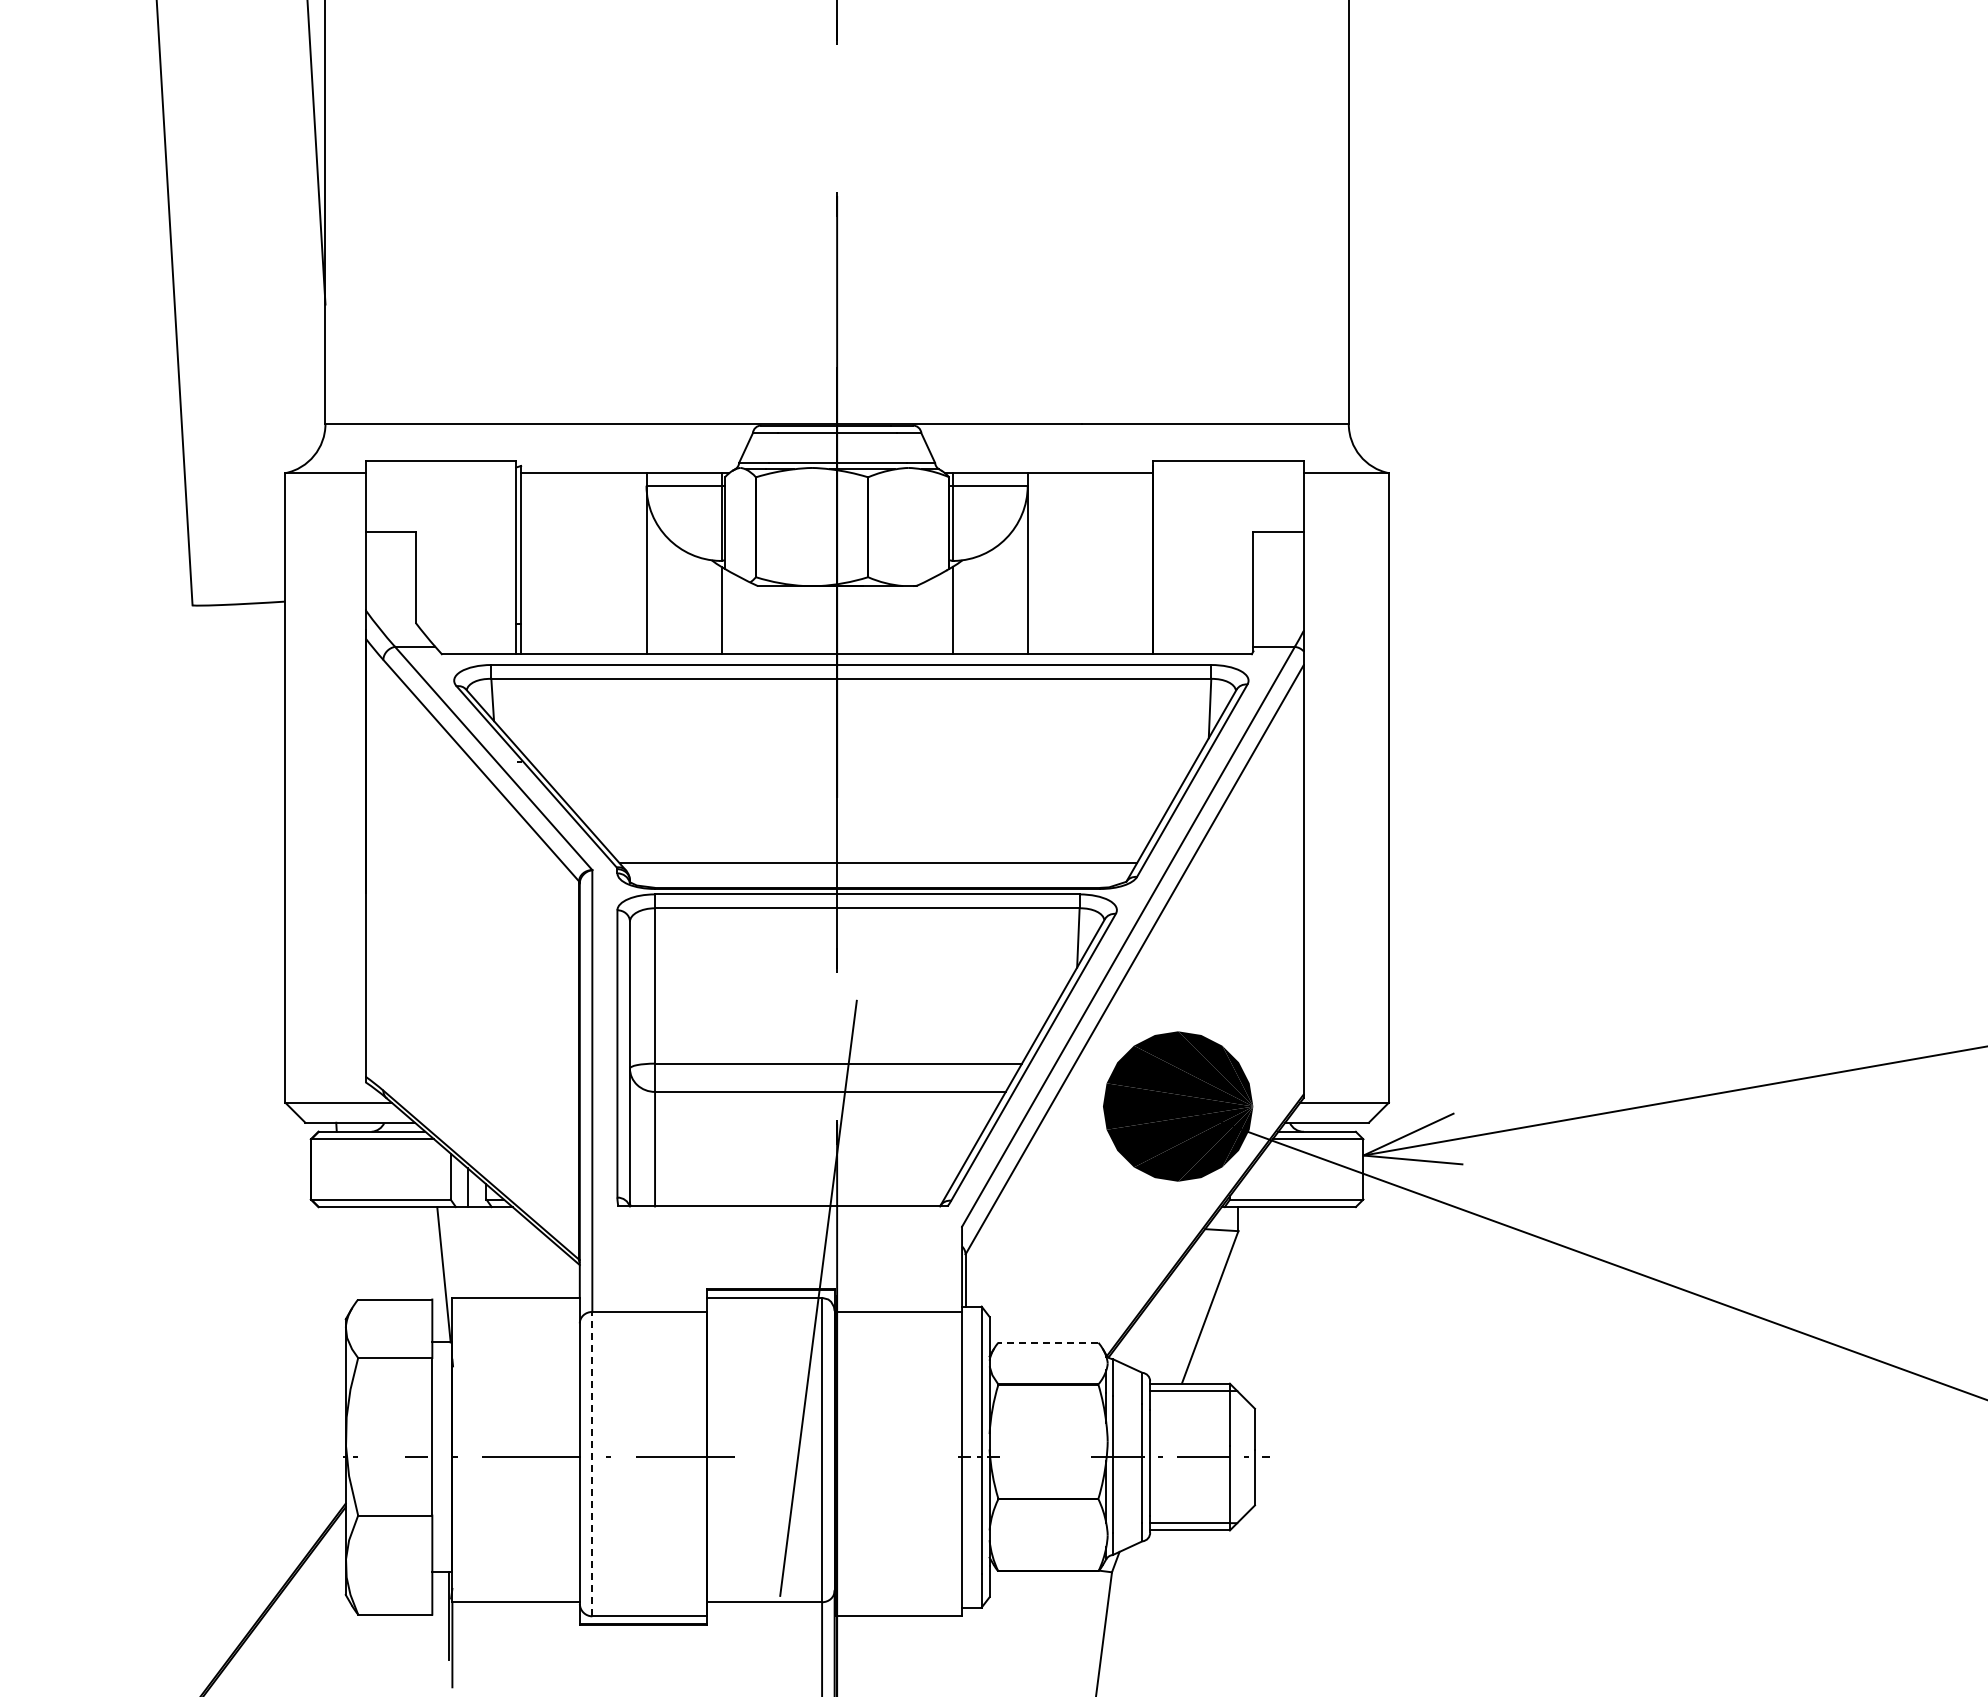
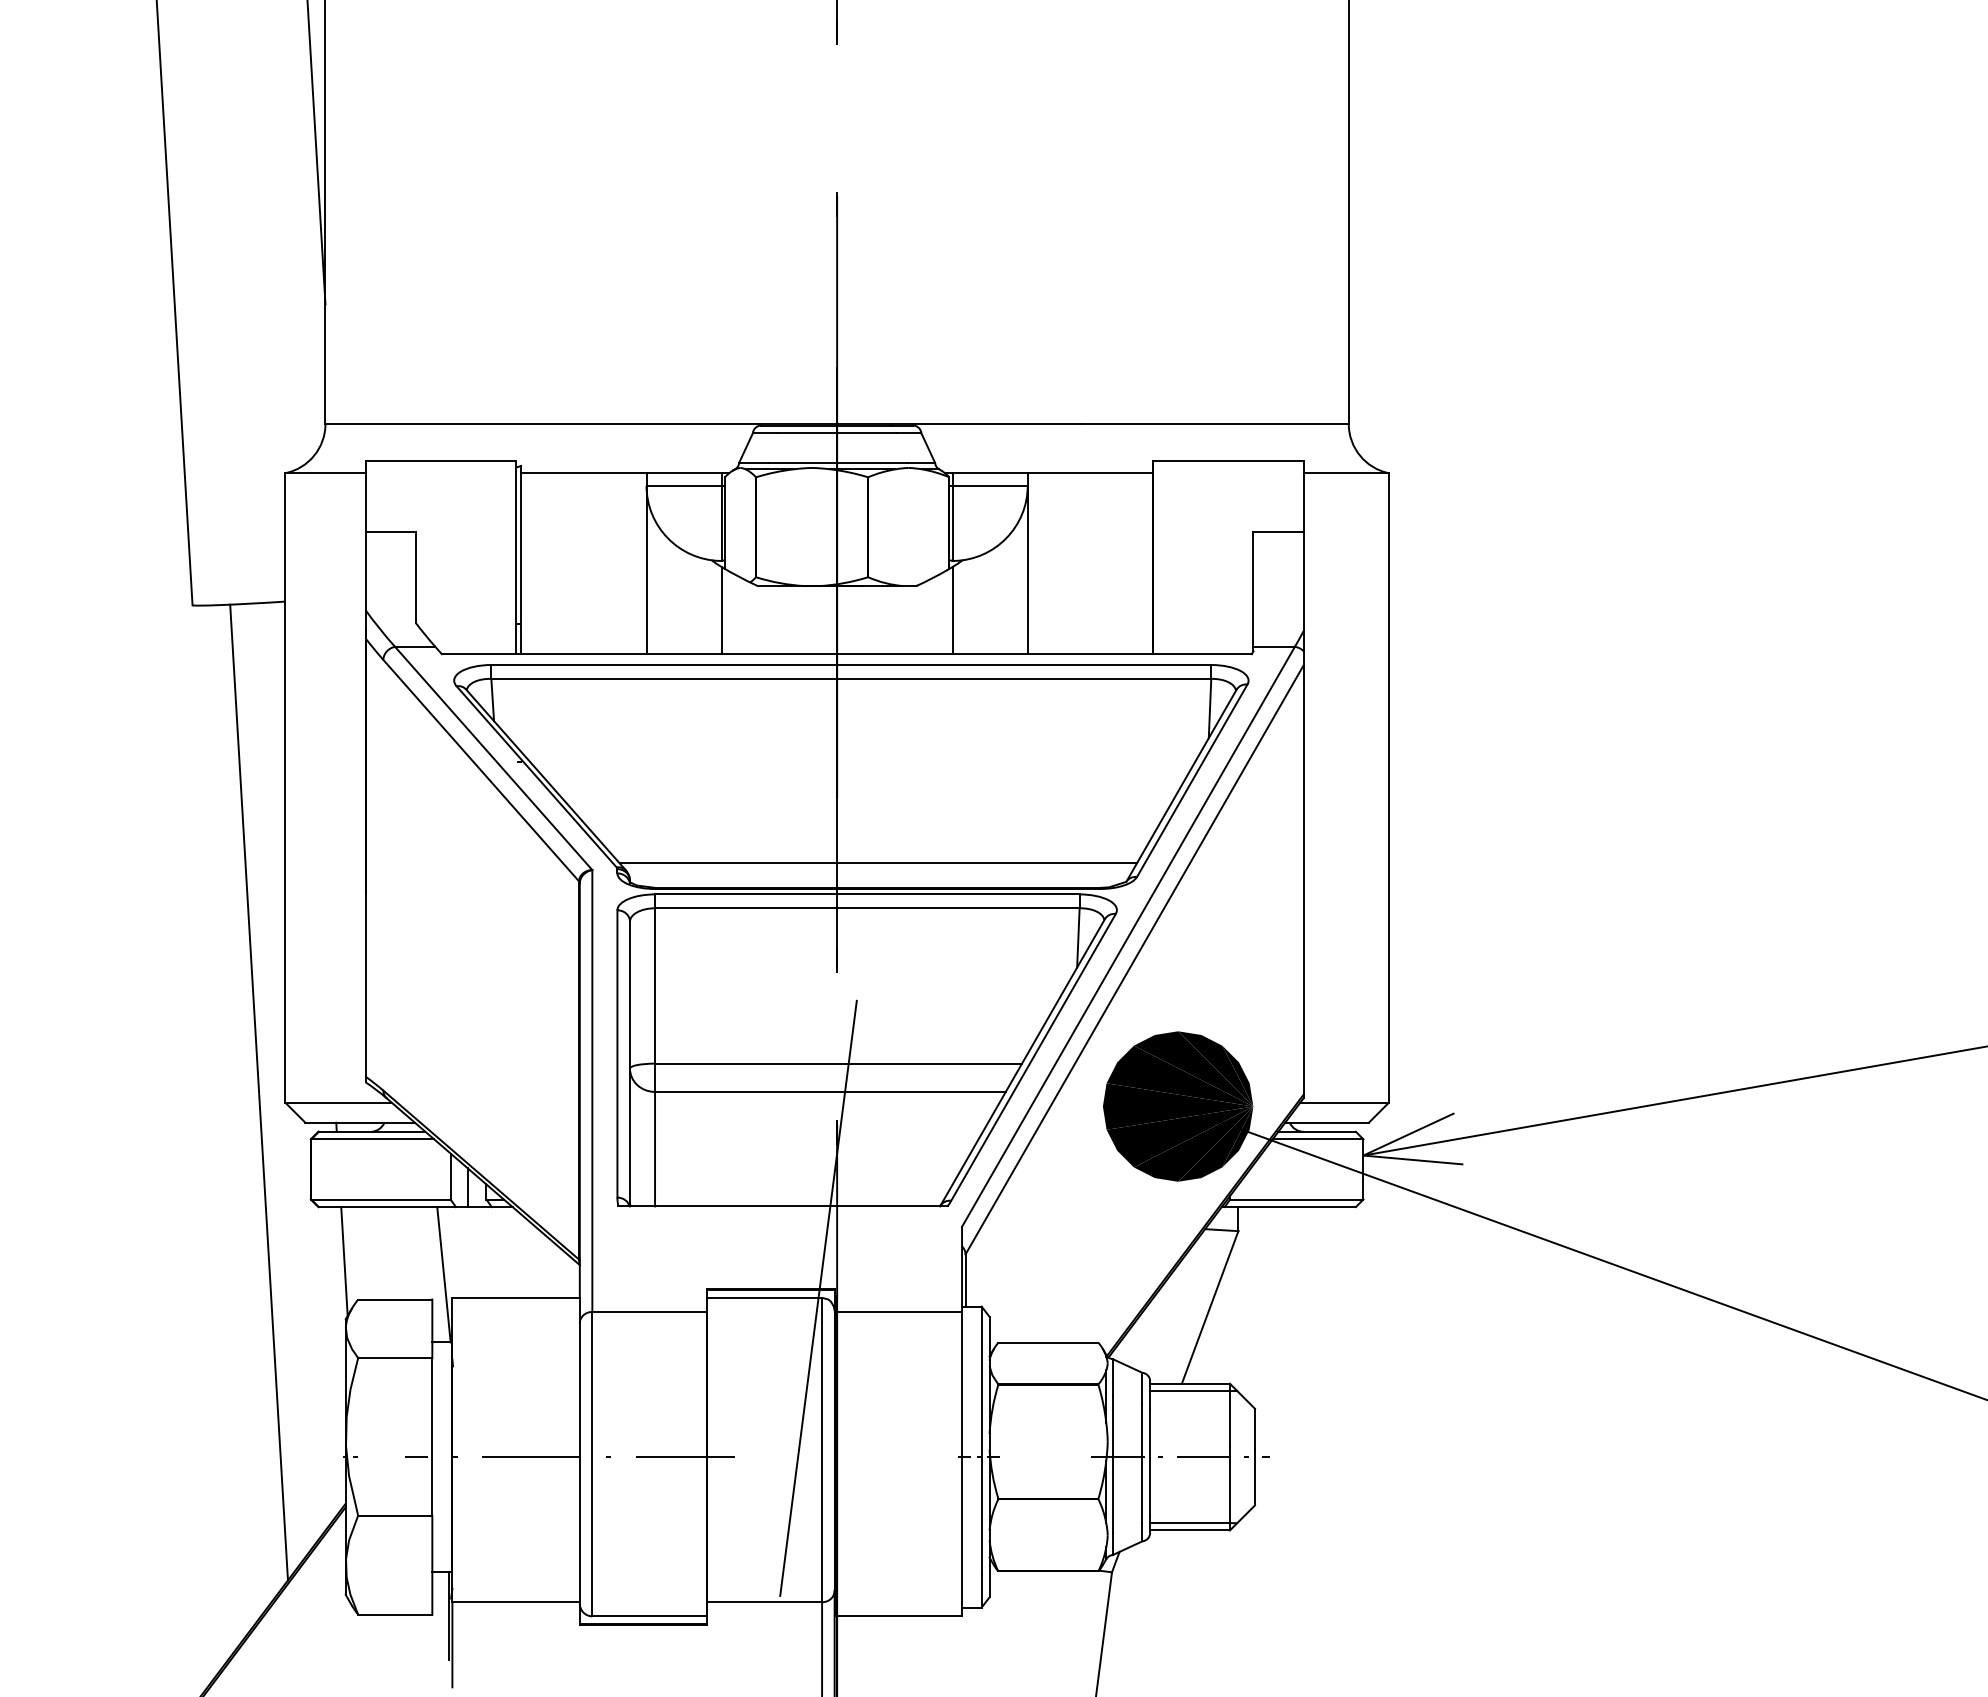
line at (258, 1092): none -> present
line at (344, 1261): none -> present
line at (1047, 1342): dashed -> solid
line at (592, 1463): dashed -> solid
